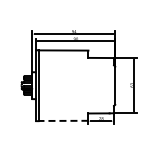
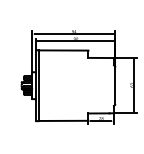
line at (63, 120): dashed -> solid
